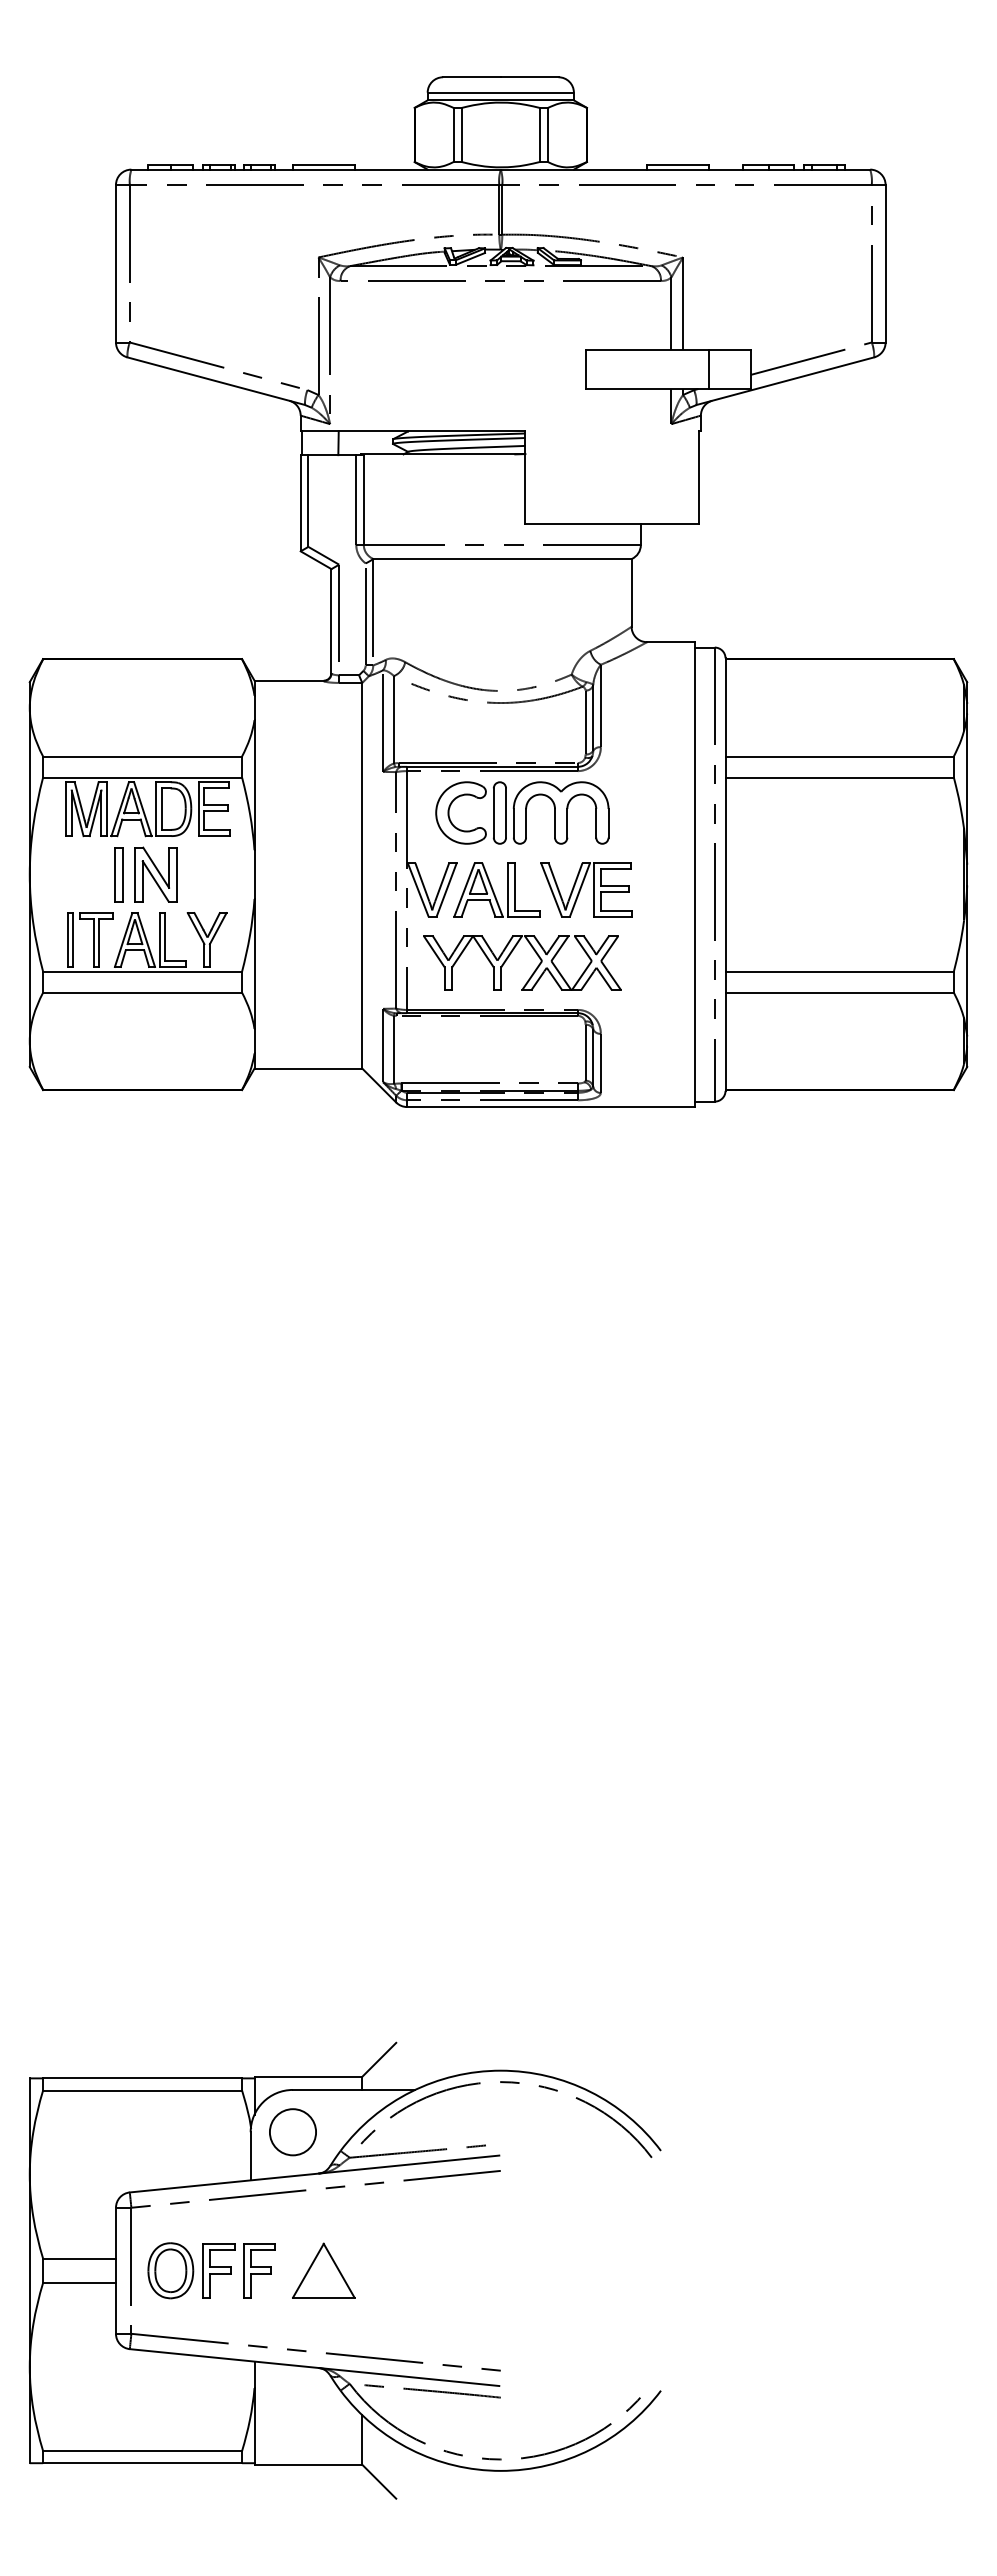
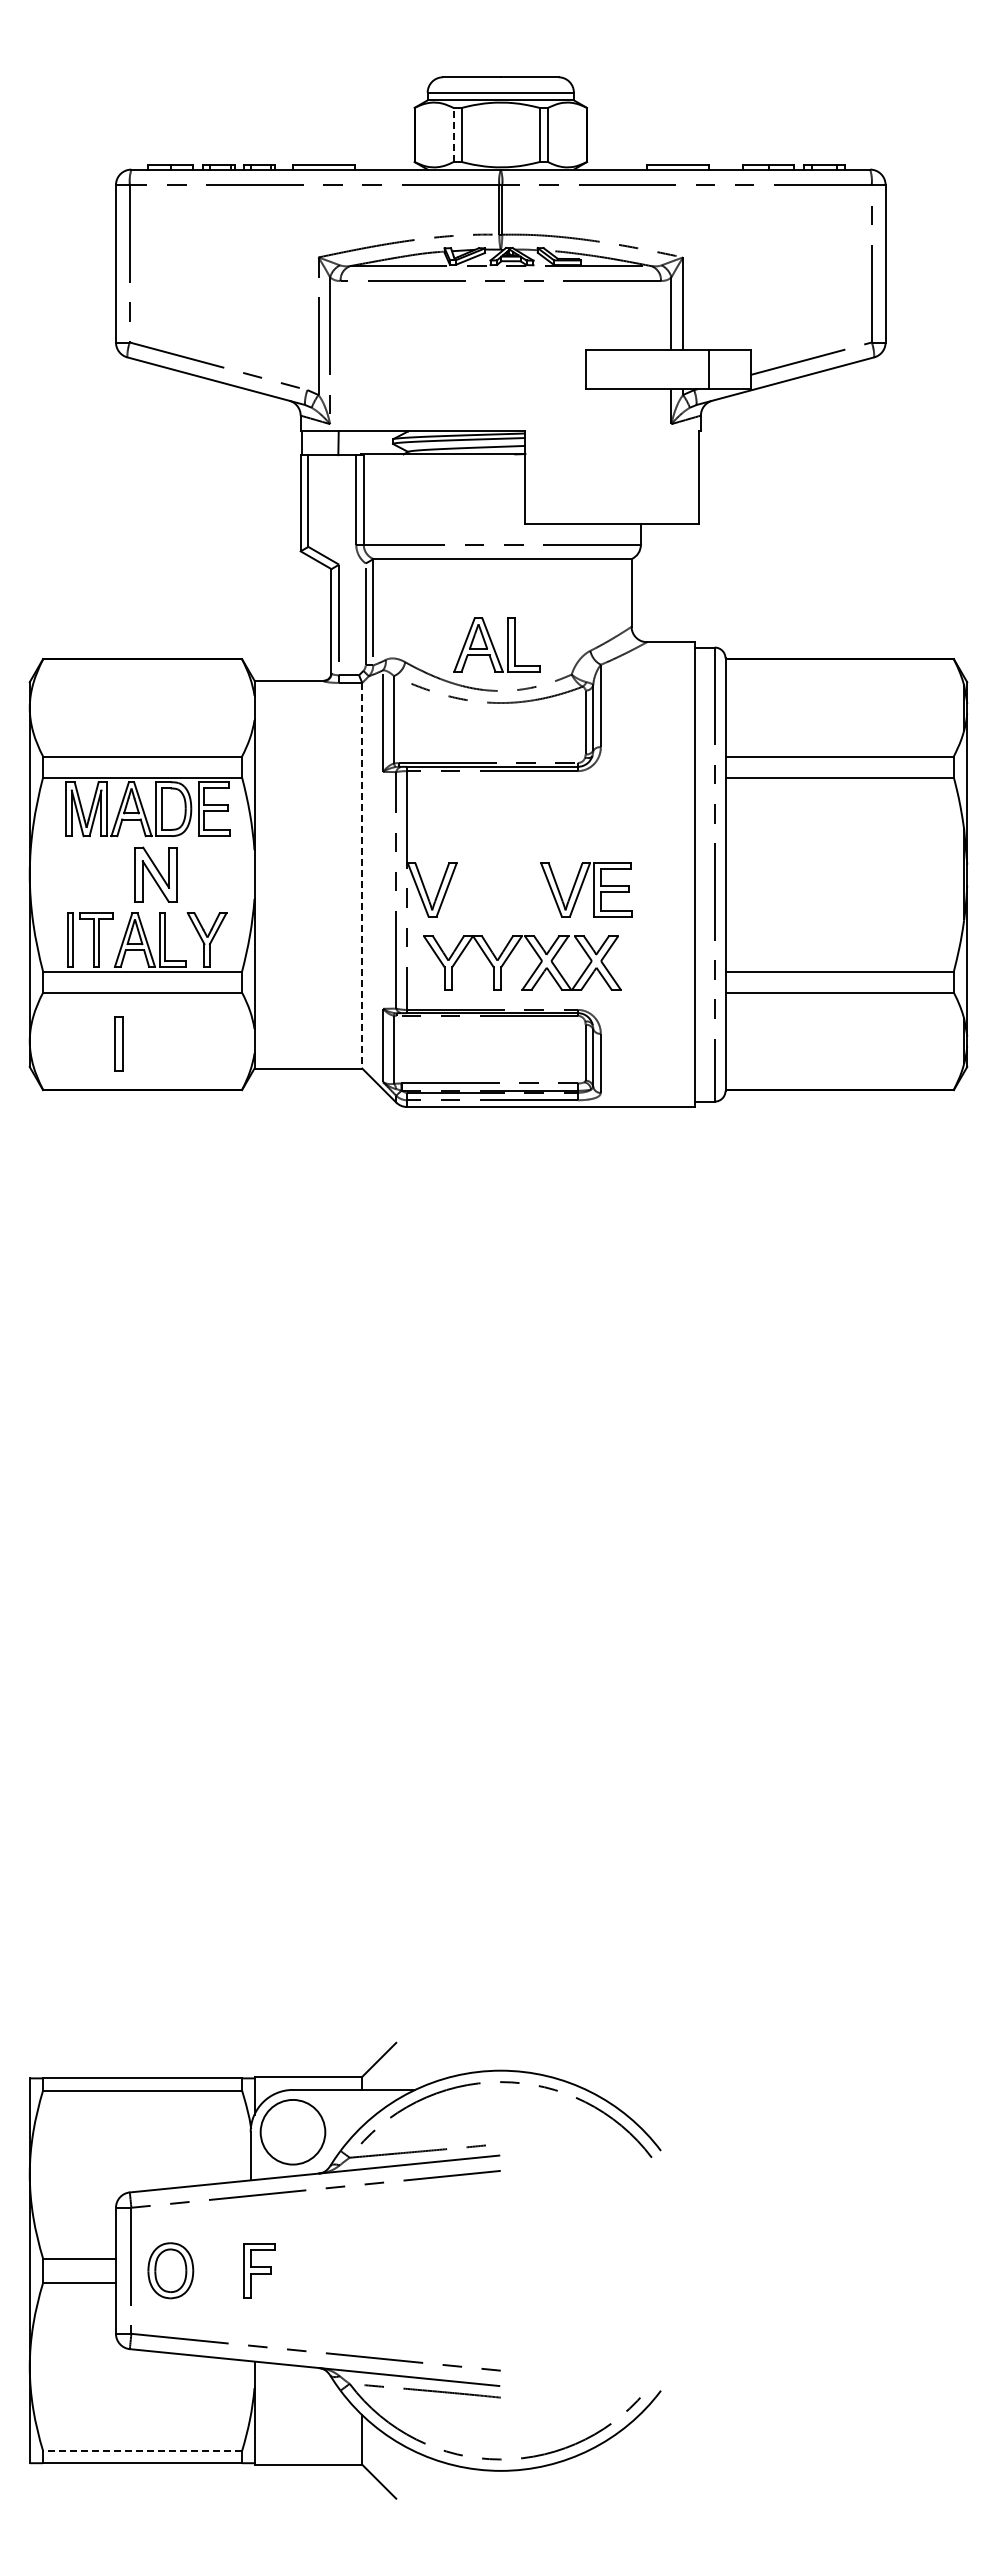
line at (453, 134): solid -> dashed
part at (522, 812): present -> none
part at (118, 874) position: (118, 874) -> (118, 1043)
line at (362, 875): solid -> dashed
part at (496, 889) position: (496, 889) -> (496, 644)
circle at (292, 2132) diameter: 46 px -> 65 px
part at (218, 2270): present -> none
part at (323, 2270): present -> none
line at (142, 2451): solid -> dashed
